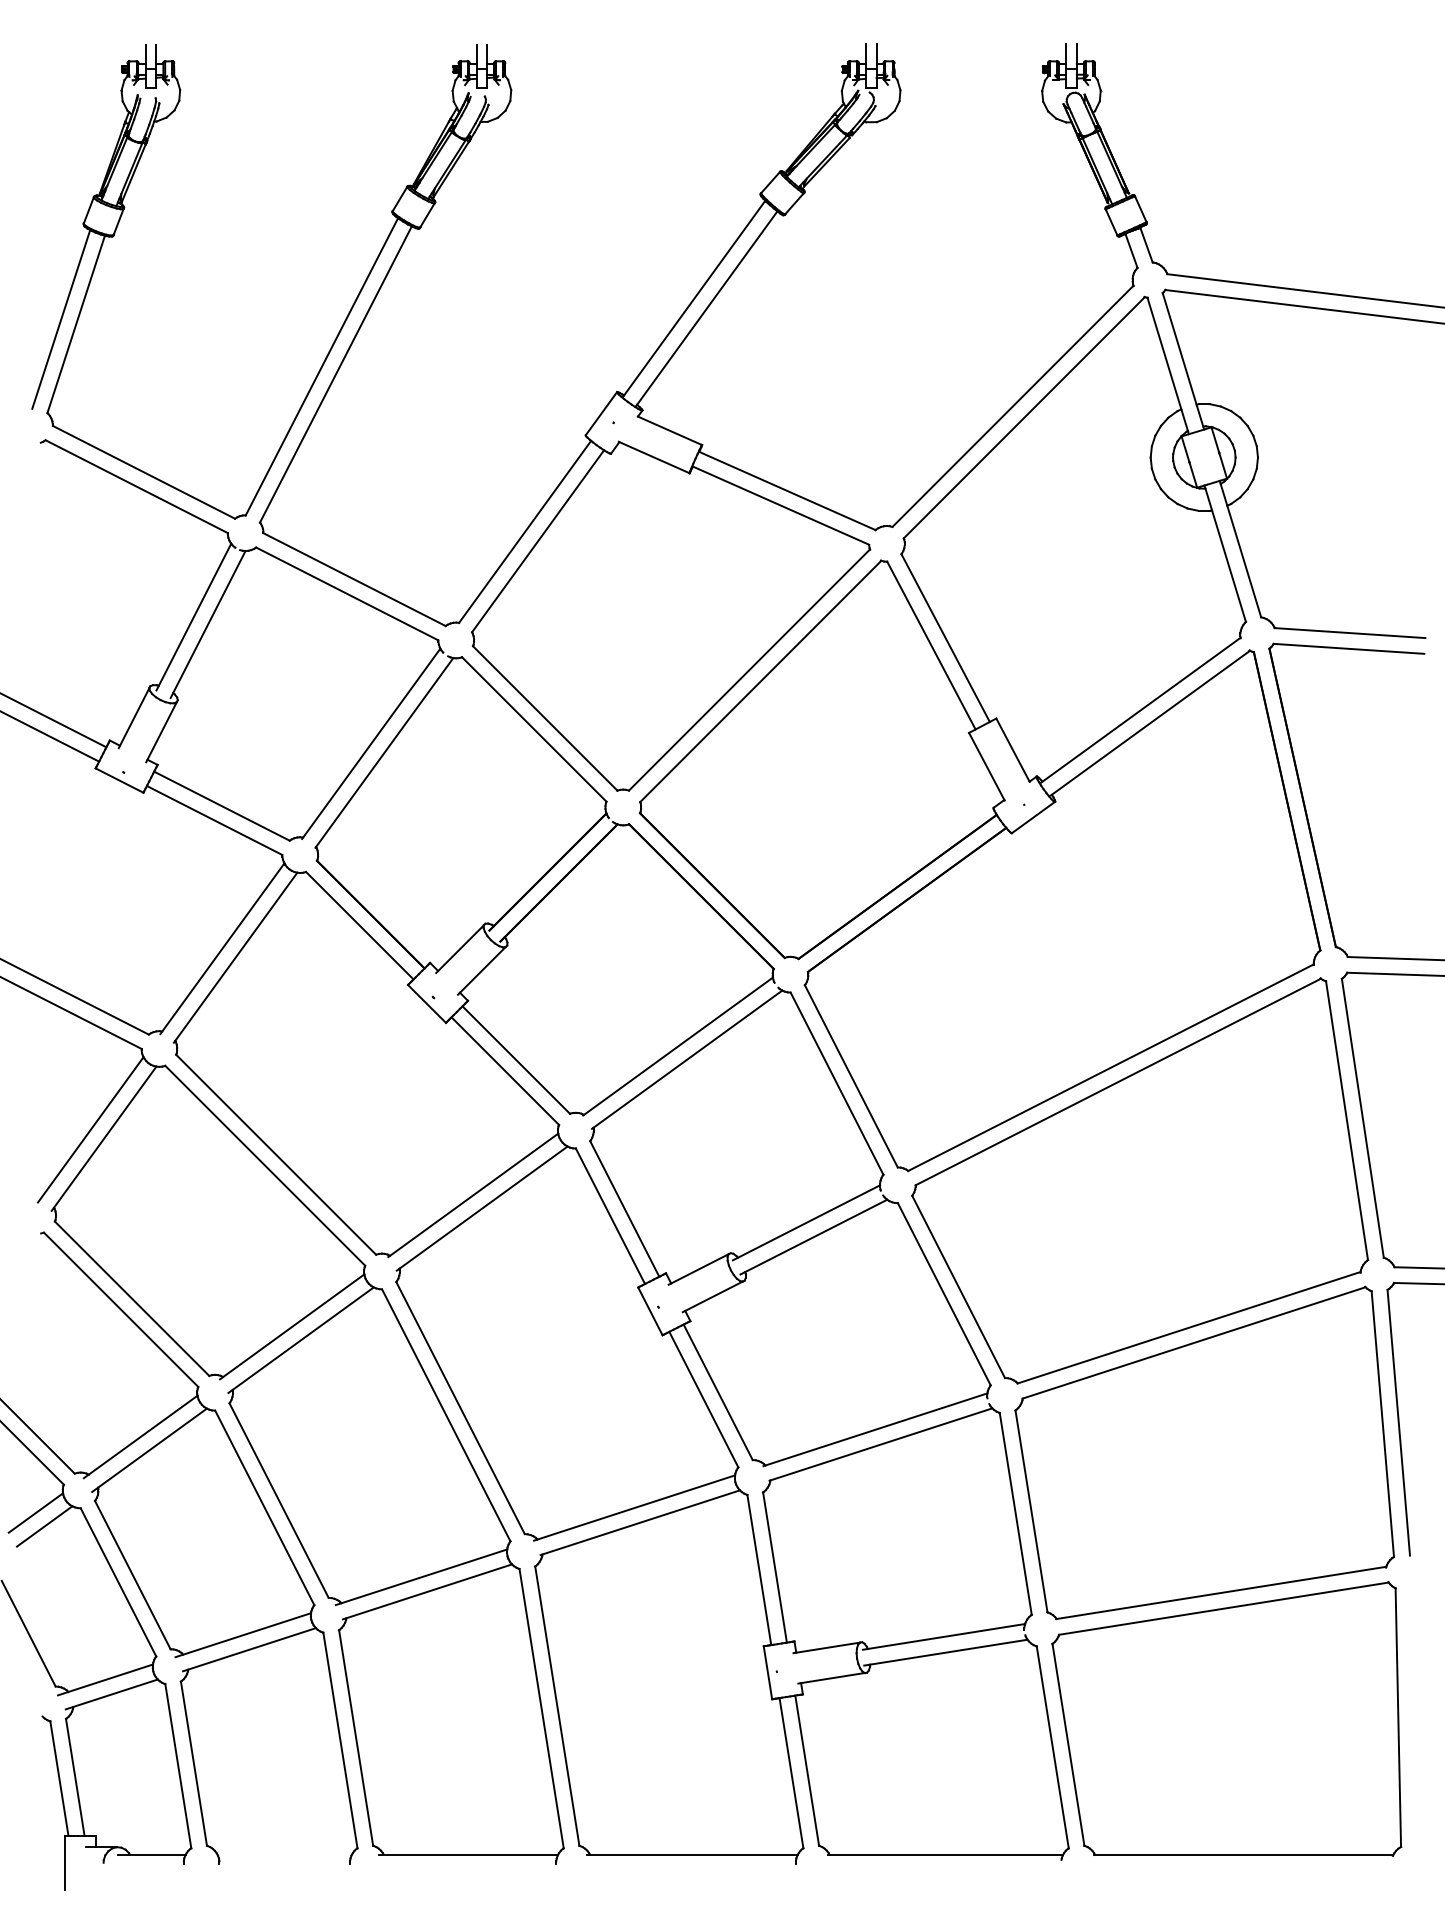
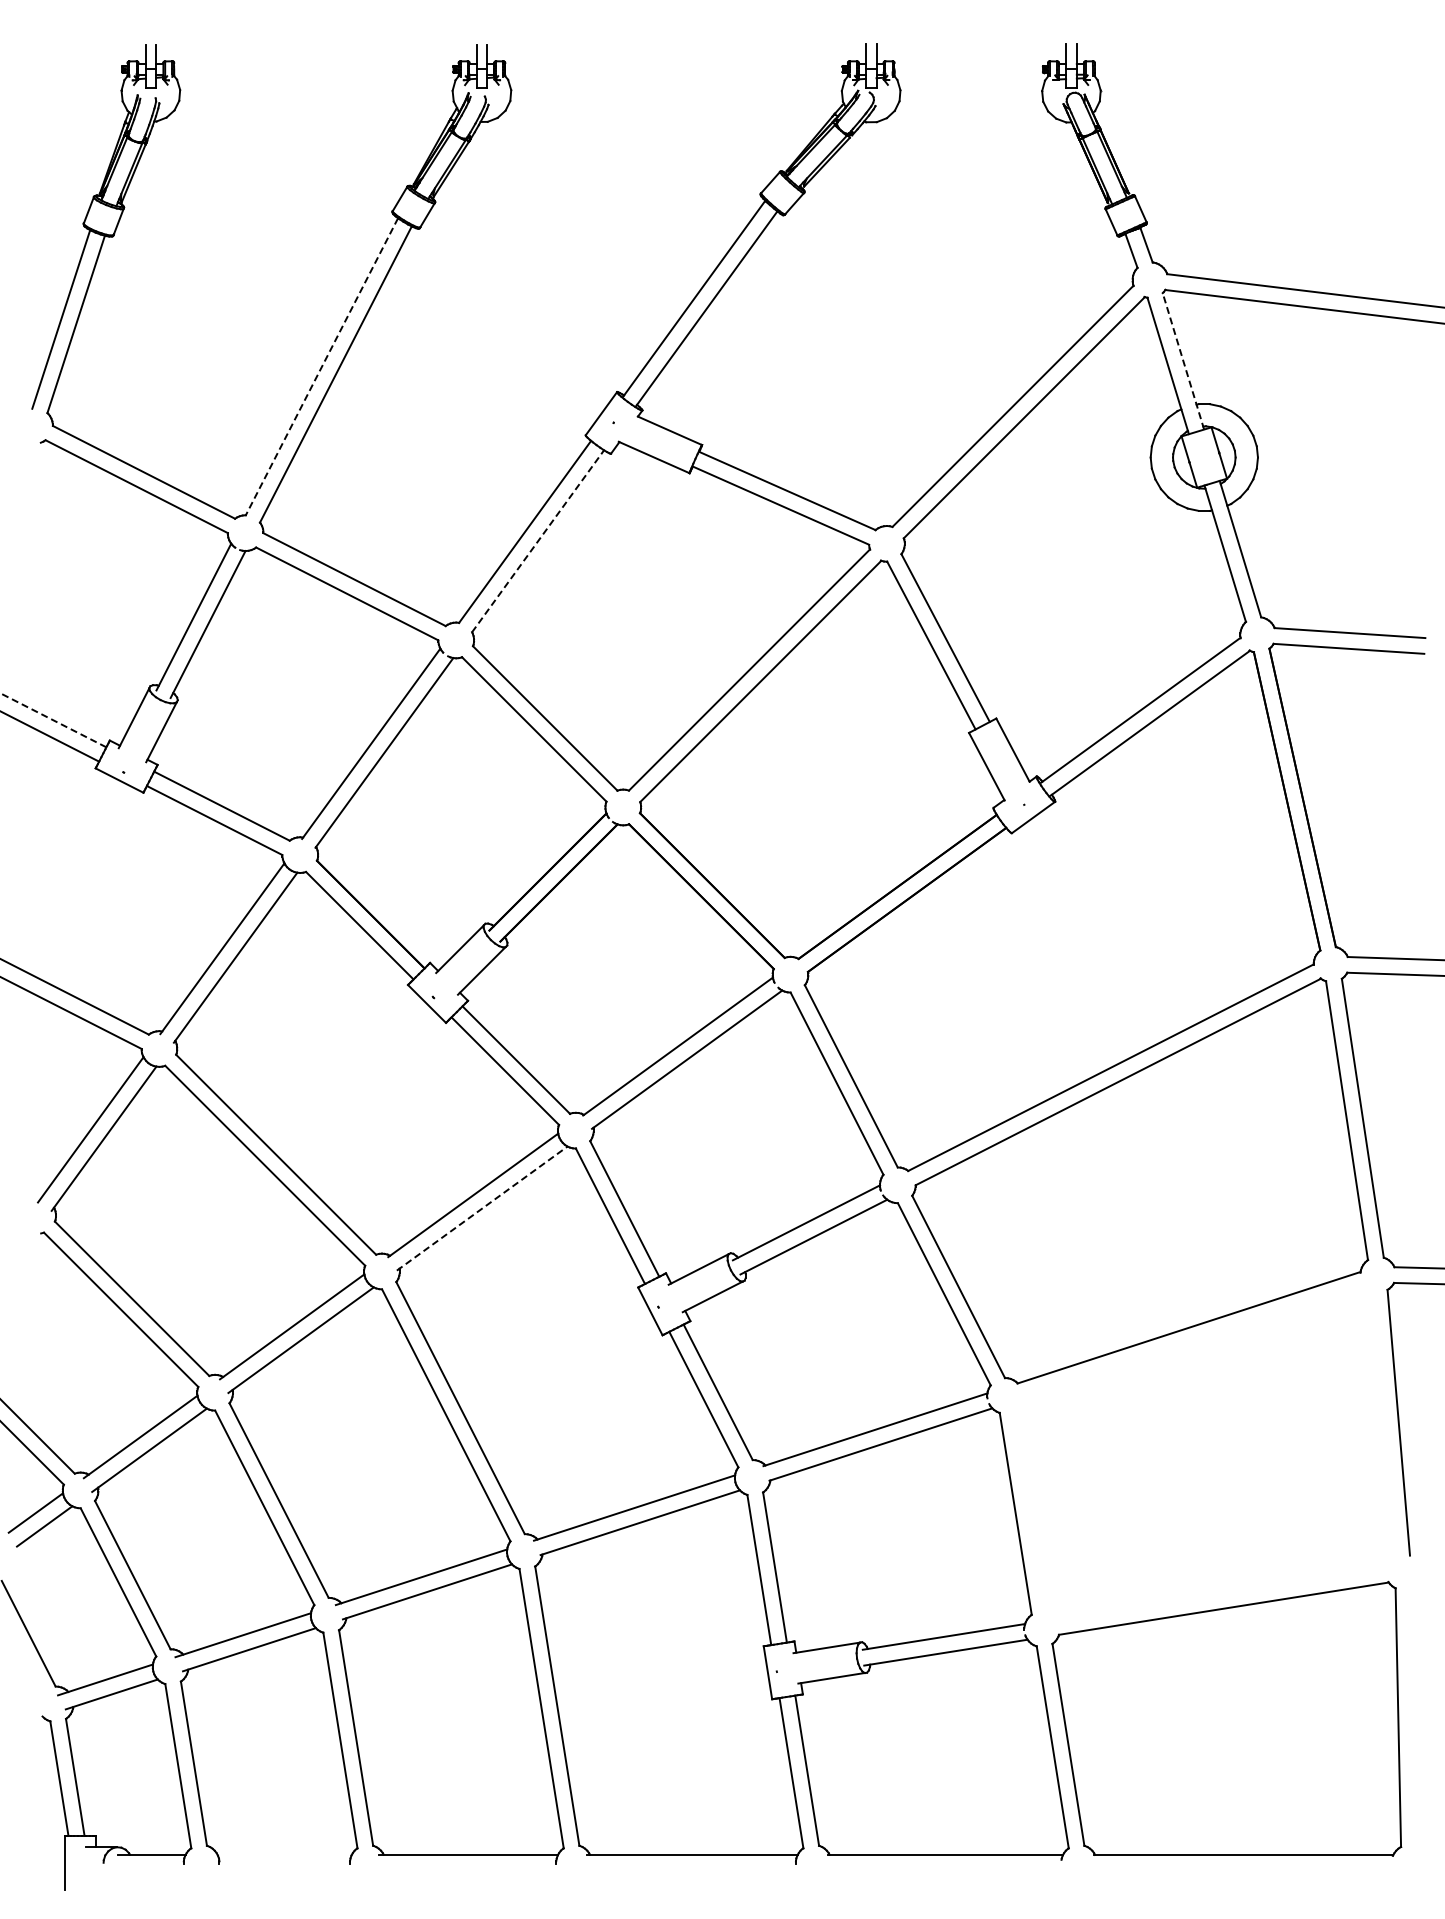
line at (1183, 360): solid -> dashed
line at (321, 367): solid -> dashed
line at (538, 540): solid -> dashed
line at (53, 720): solid -> dashed
line at (482, 1208): solid -> dashed
part at (1204, 1452): present -> none
